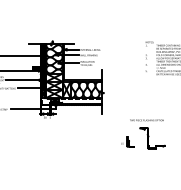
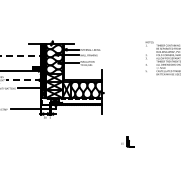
line at (23, 56): solid -> dashed
line at (23, 80): solid -> dashed
part at (147, 134): present -> none
